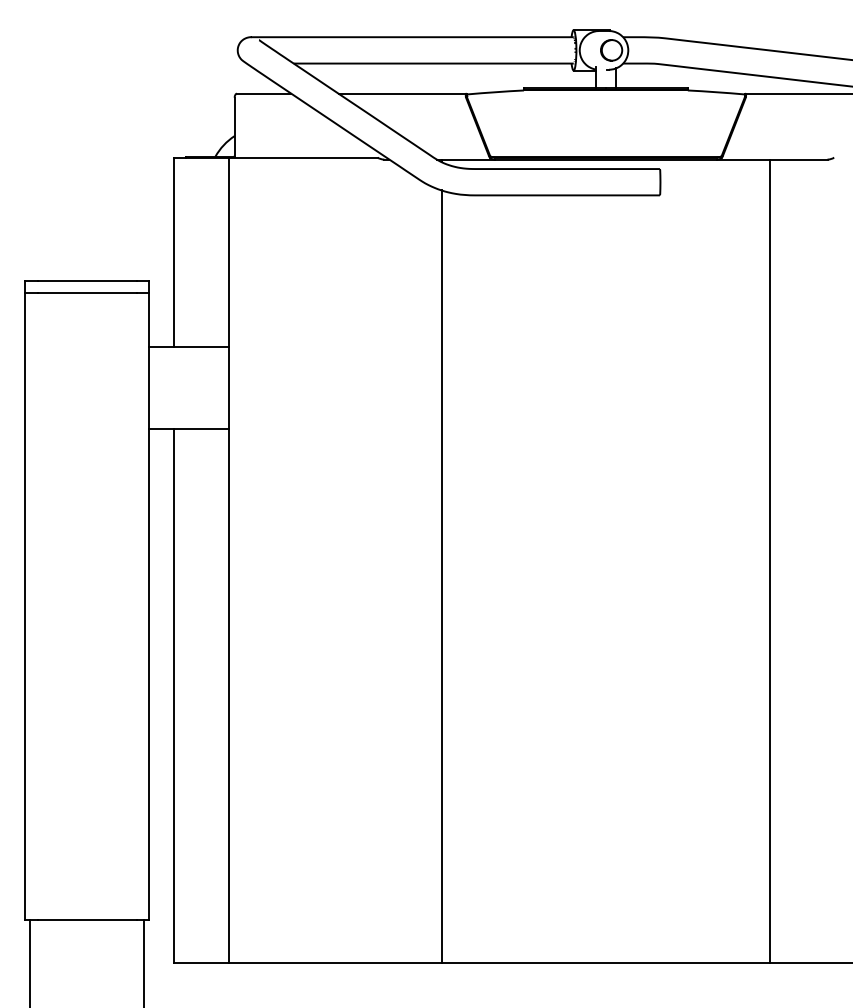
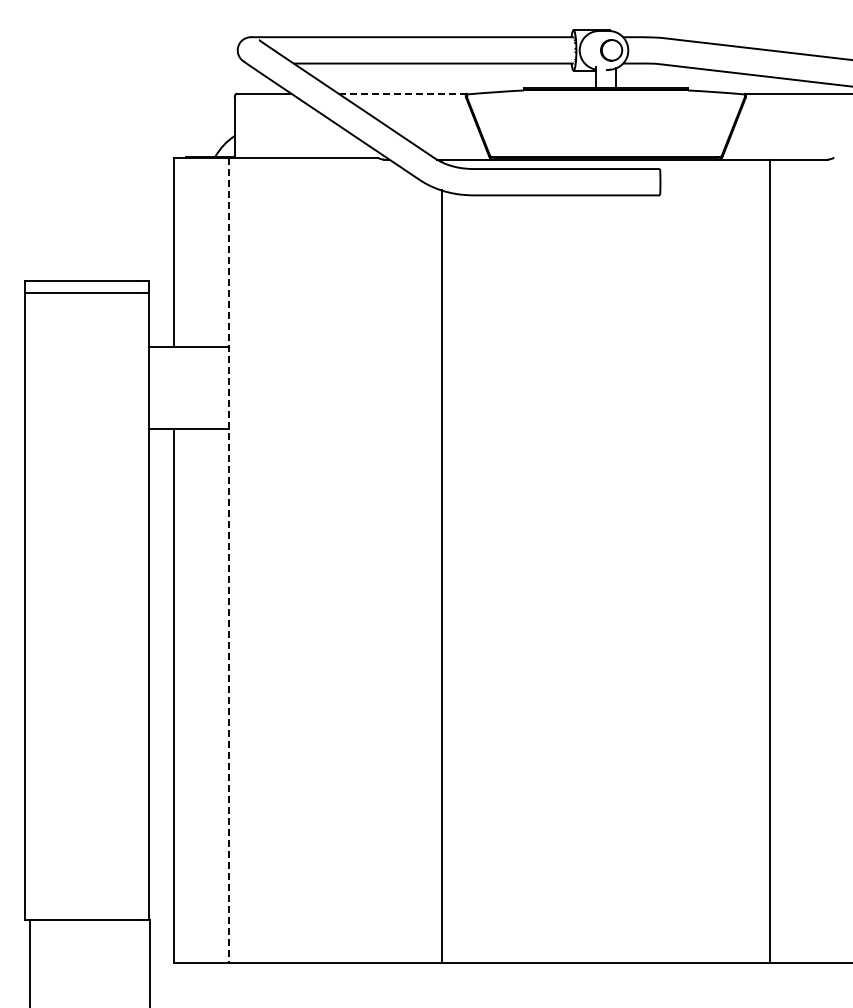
line at (402, 93): solid -> dashed
line at (228, 560): solid -> dashed
line at (144, 961) position: (144, 961) -> (150, 961)
